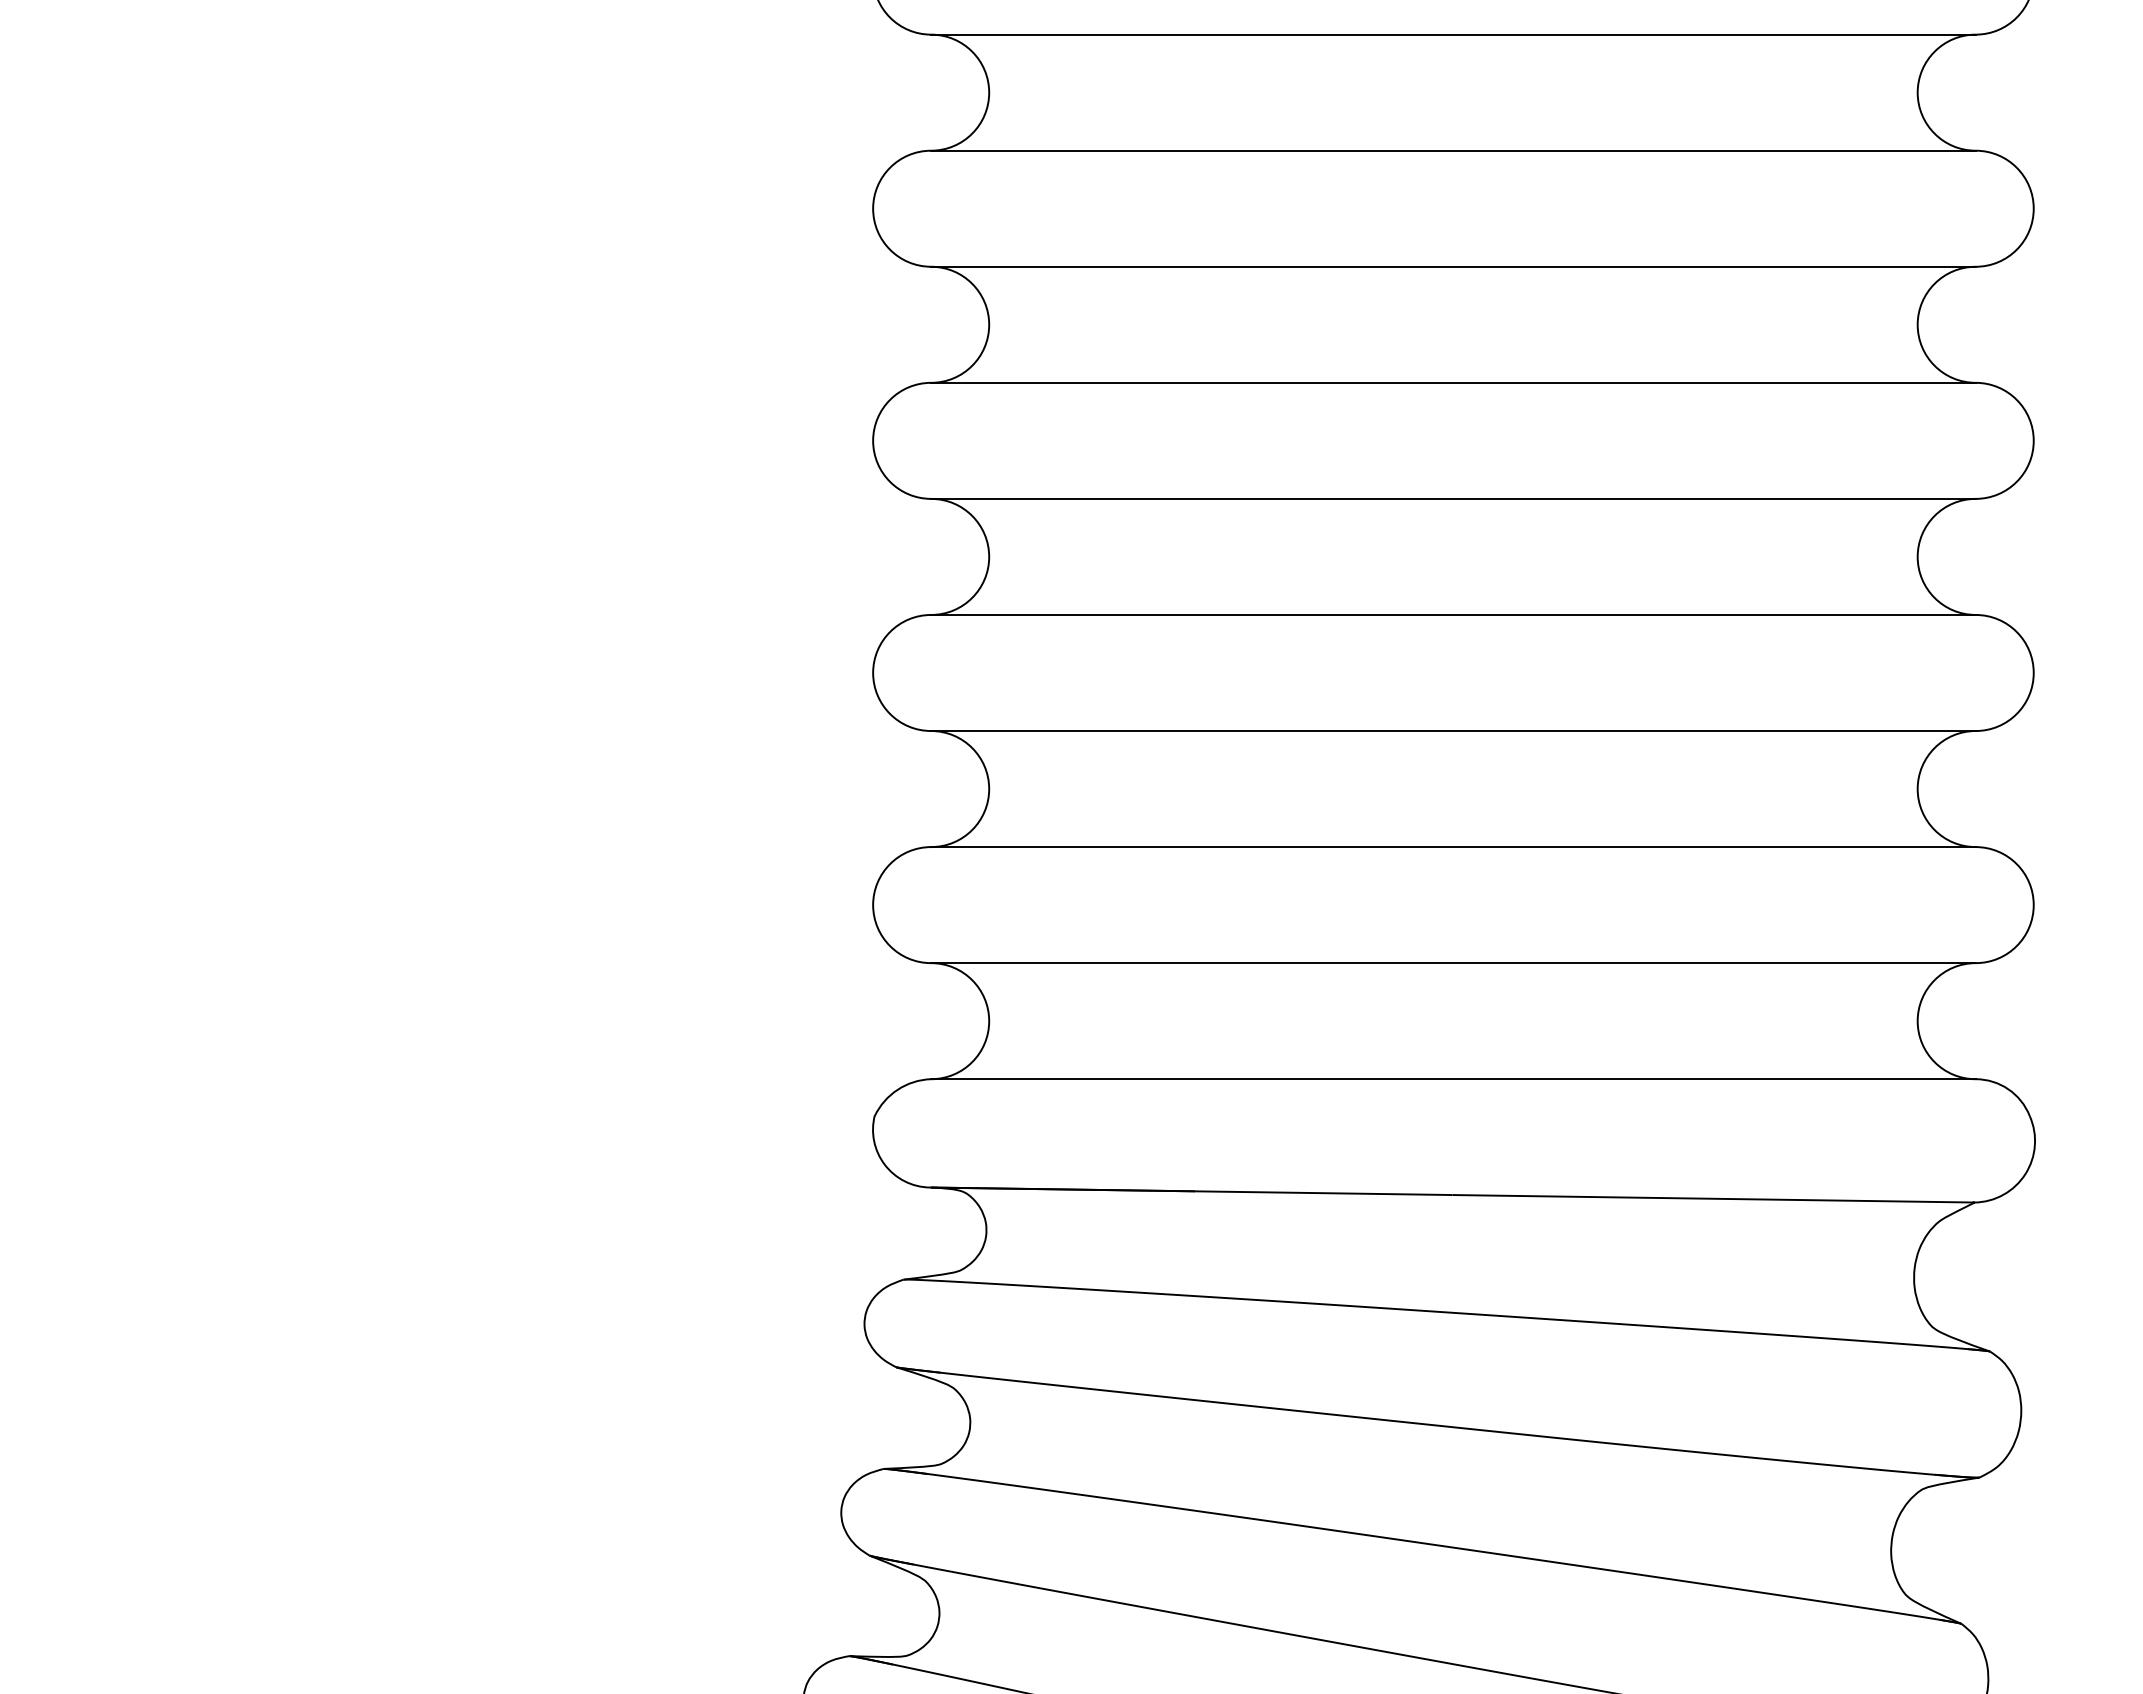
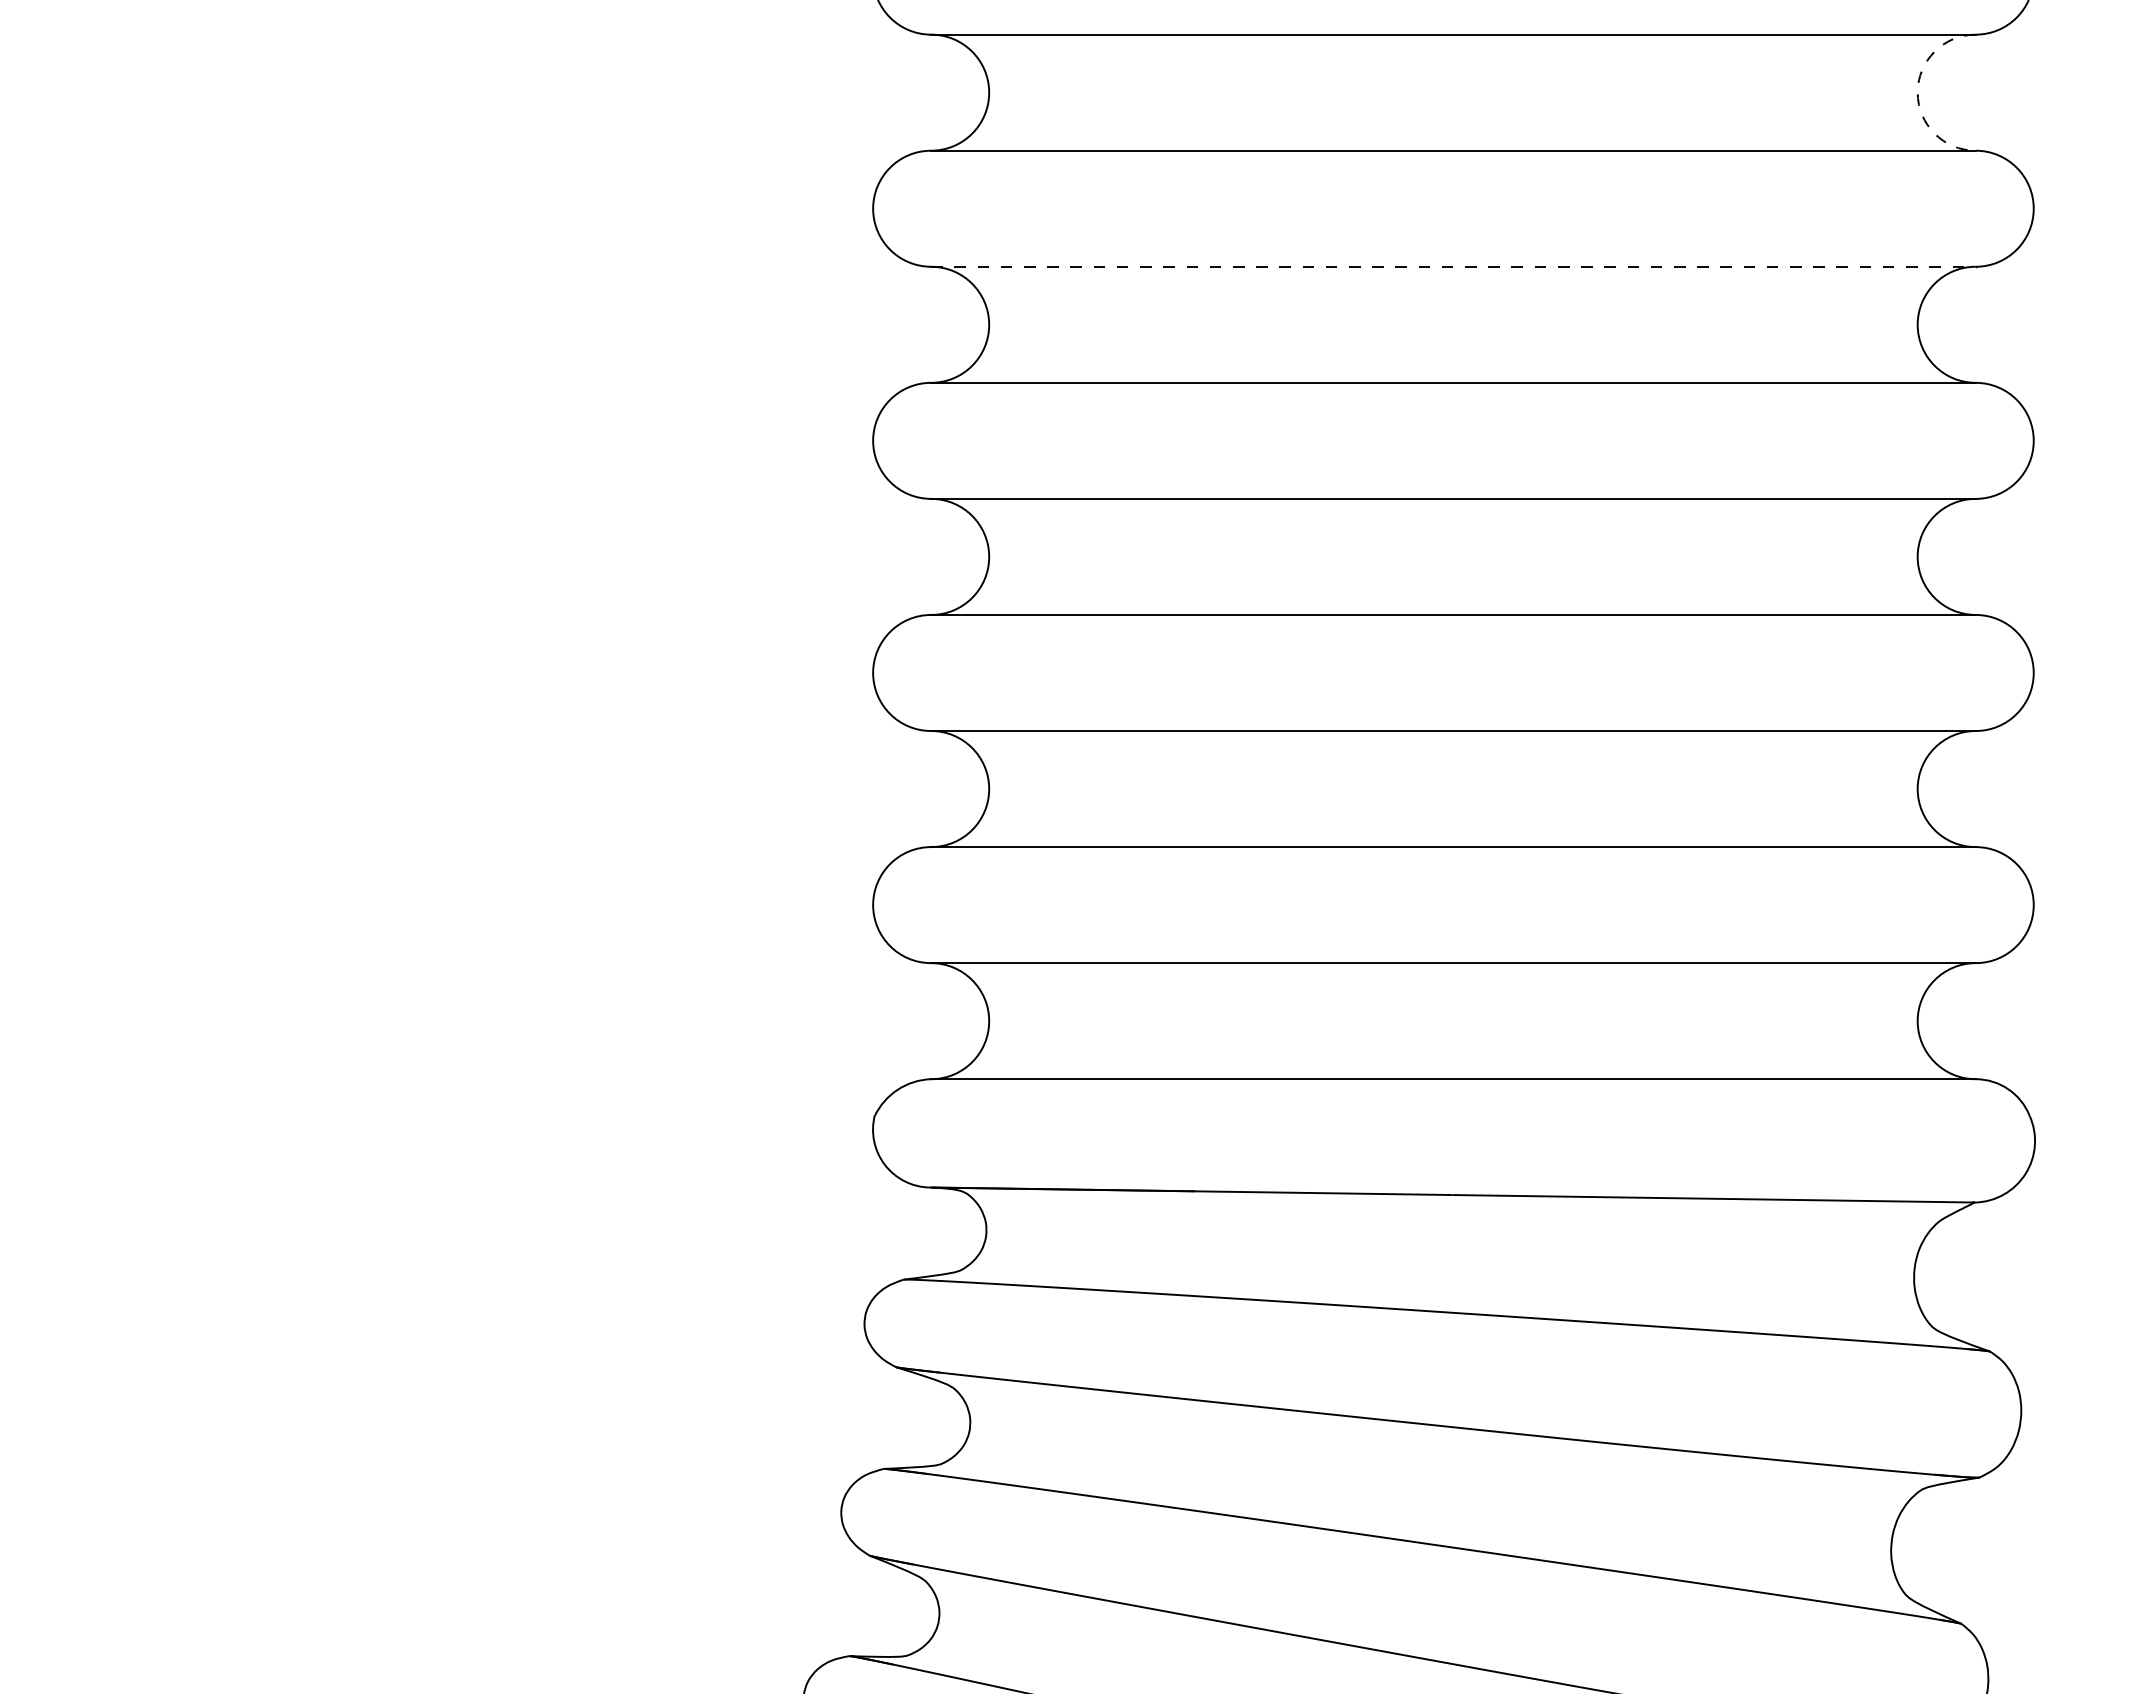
arc at (1917, 92): solid -> dashed
line at (1453, 266): solid -> dashed
